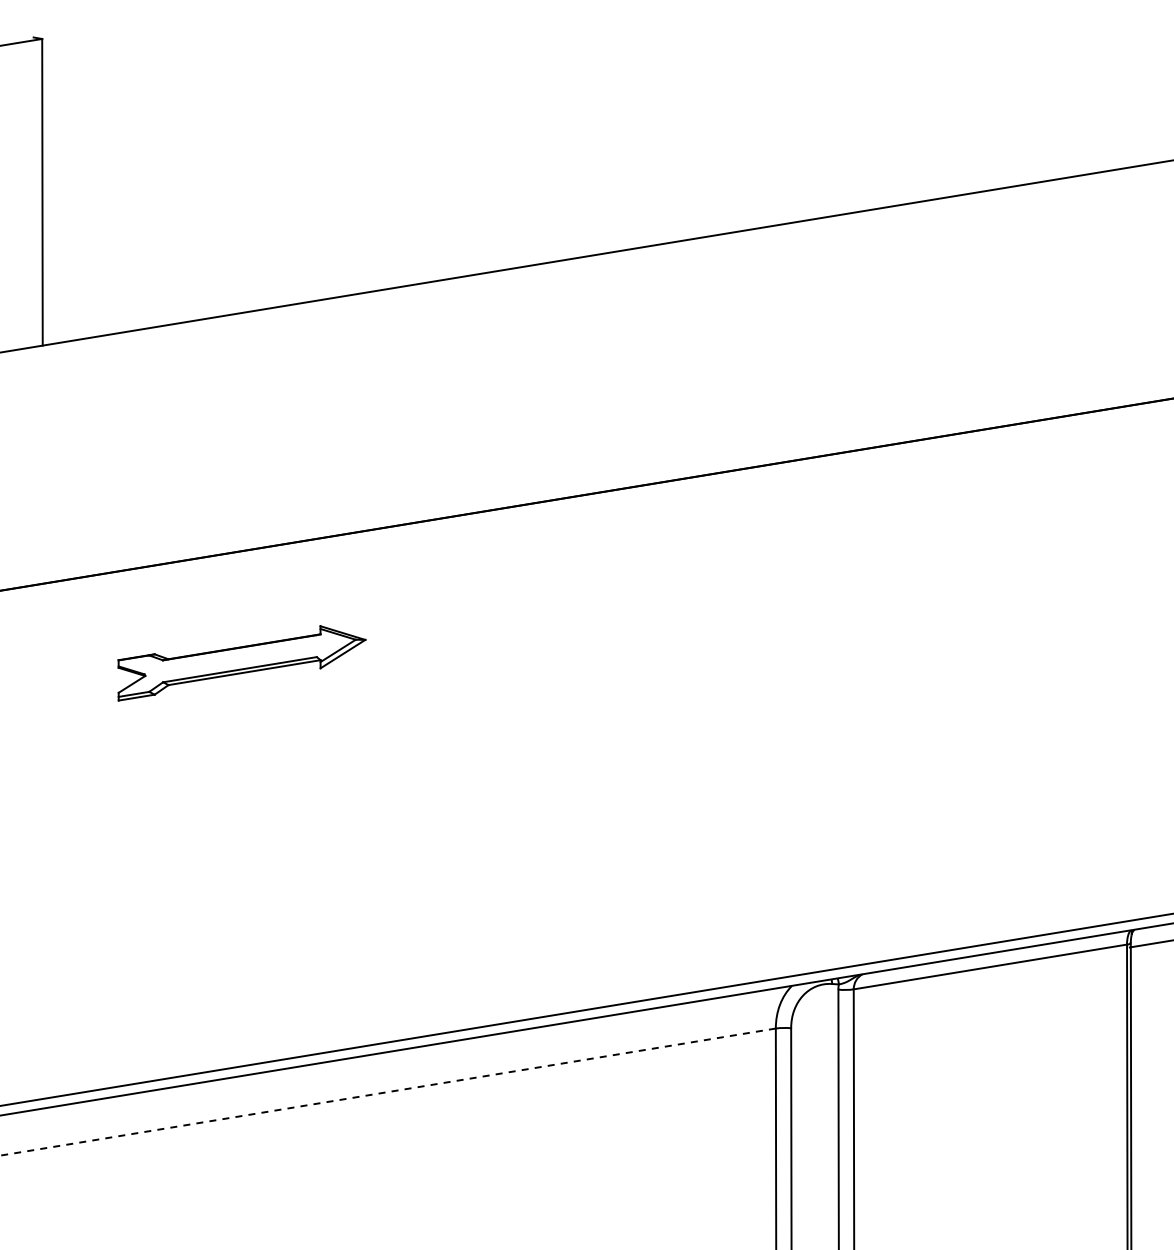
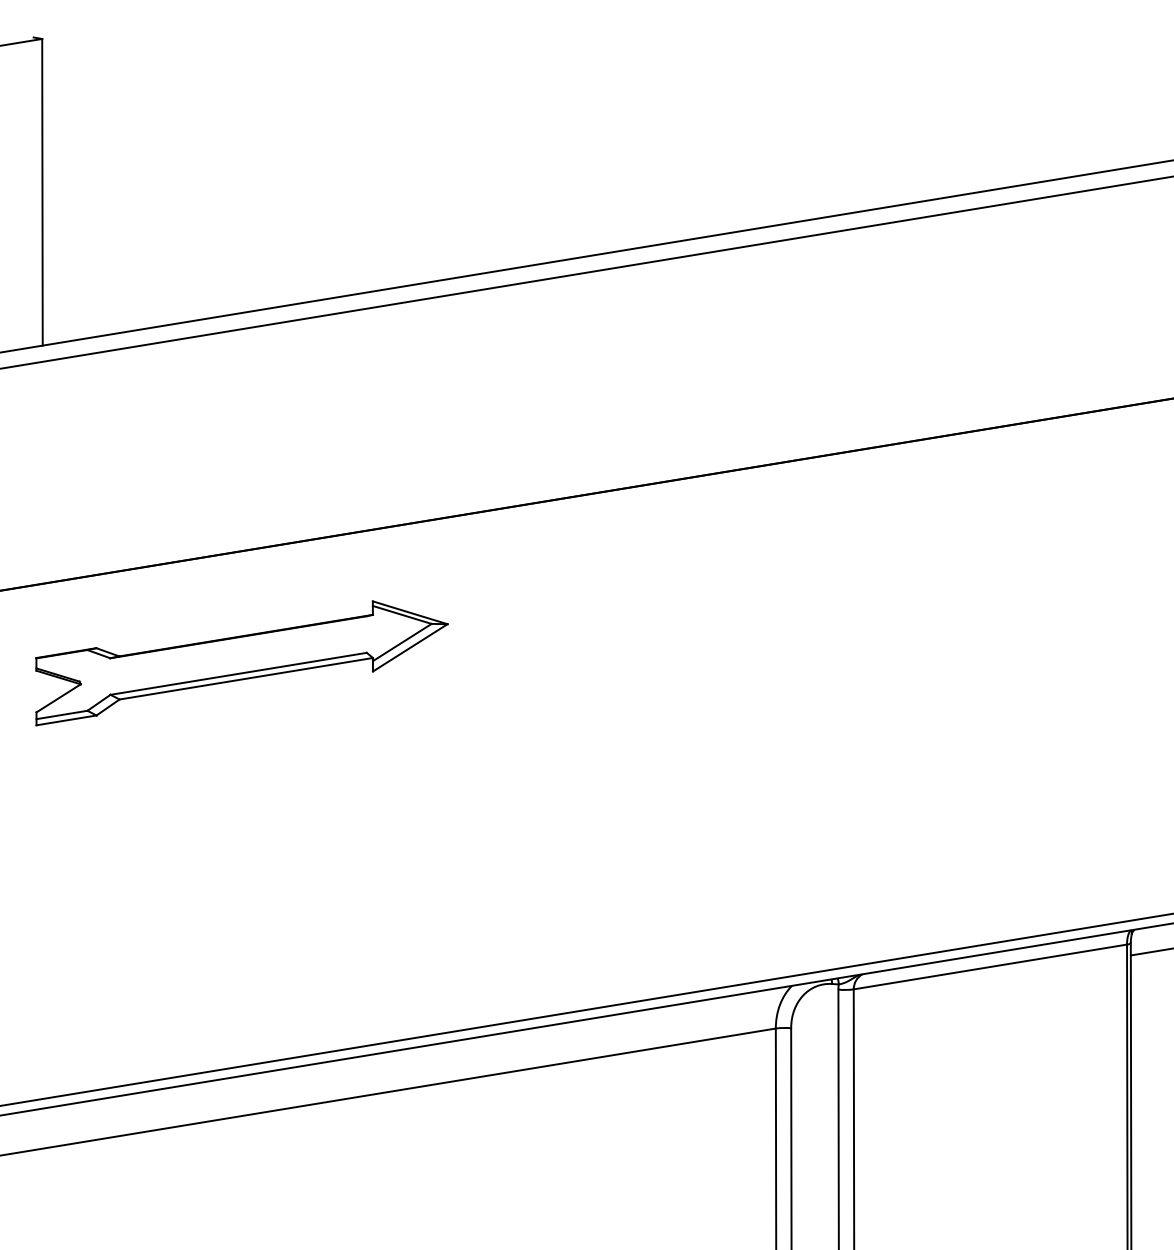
line at (586, 272): none -> present
part at (241, 663) size: 250x77 px -> 414x127 px
line at (1149, 943) position: (1149, 943) -> (1150, 951)
line at (388, 1092): dashed -> solid
